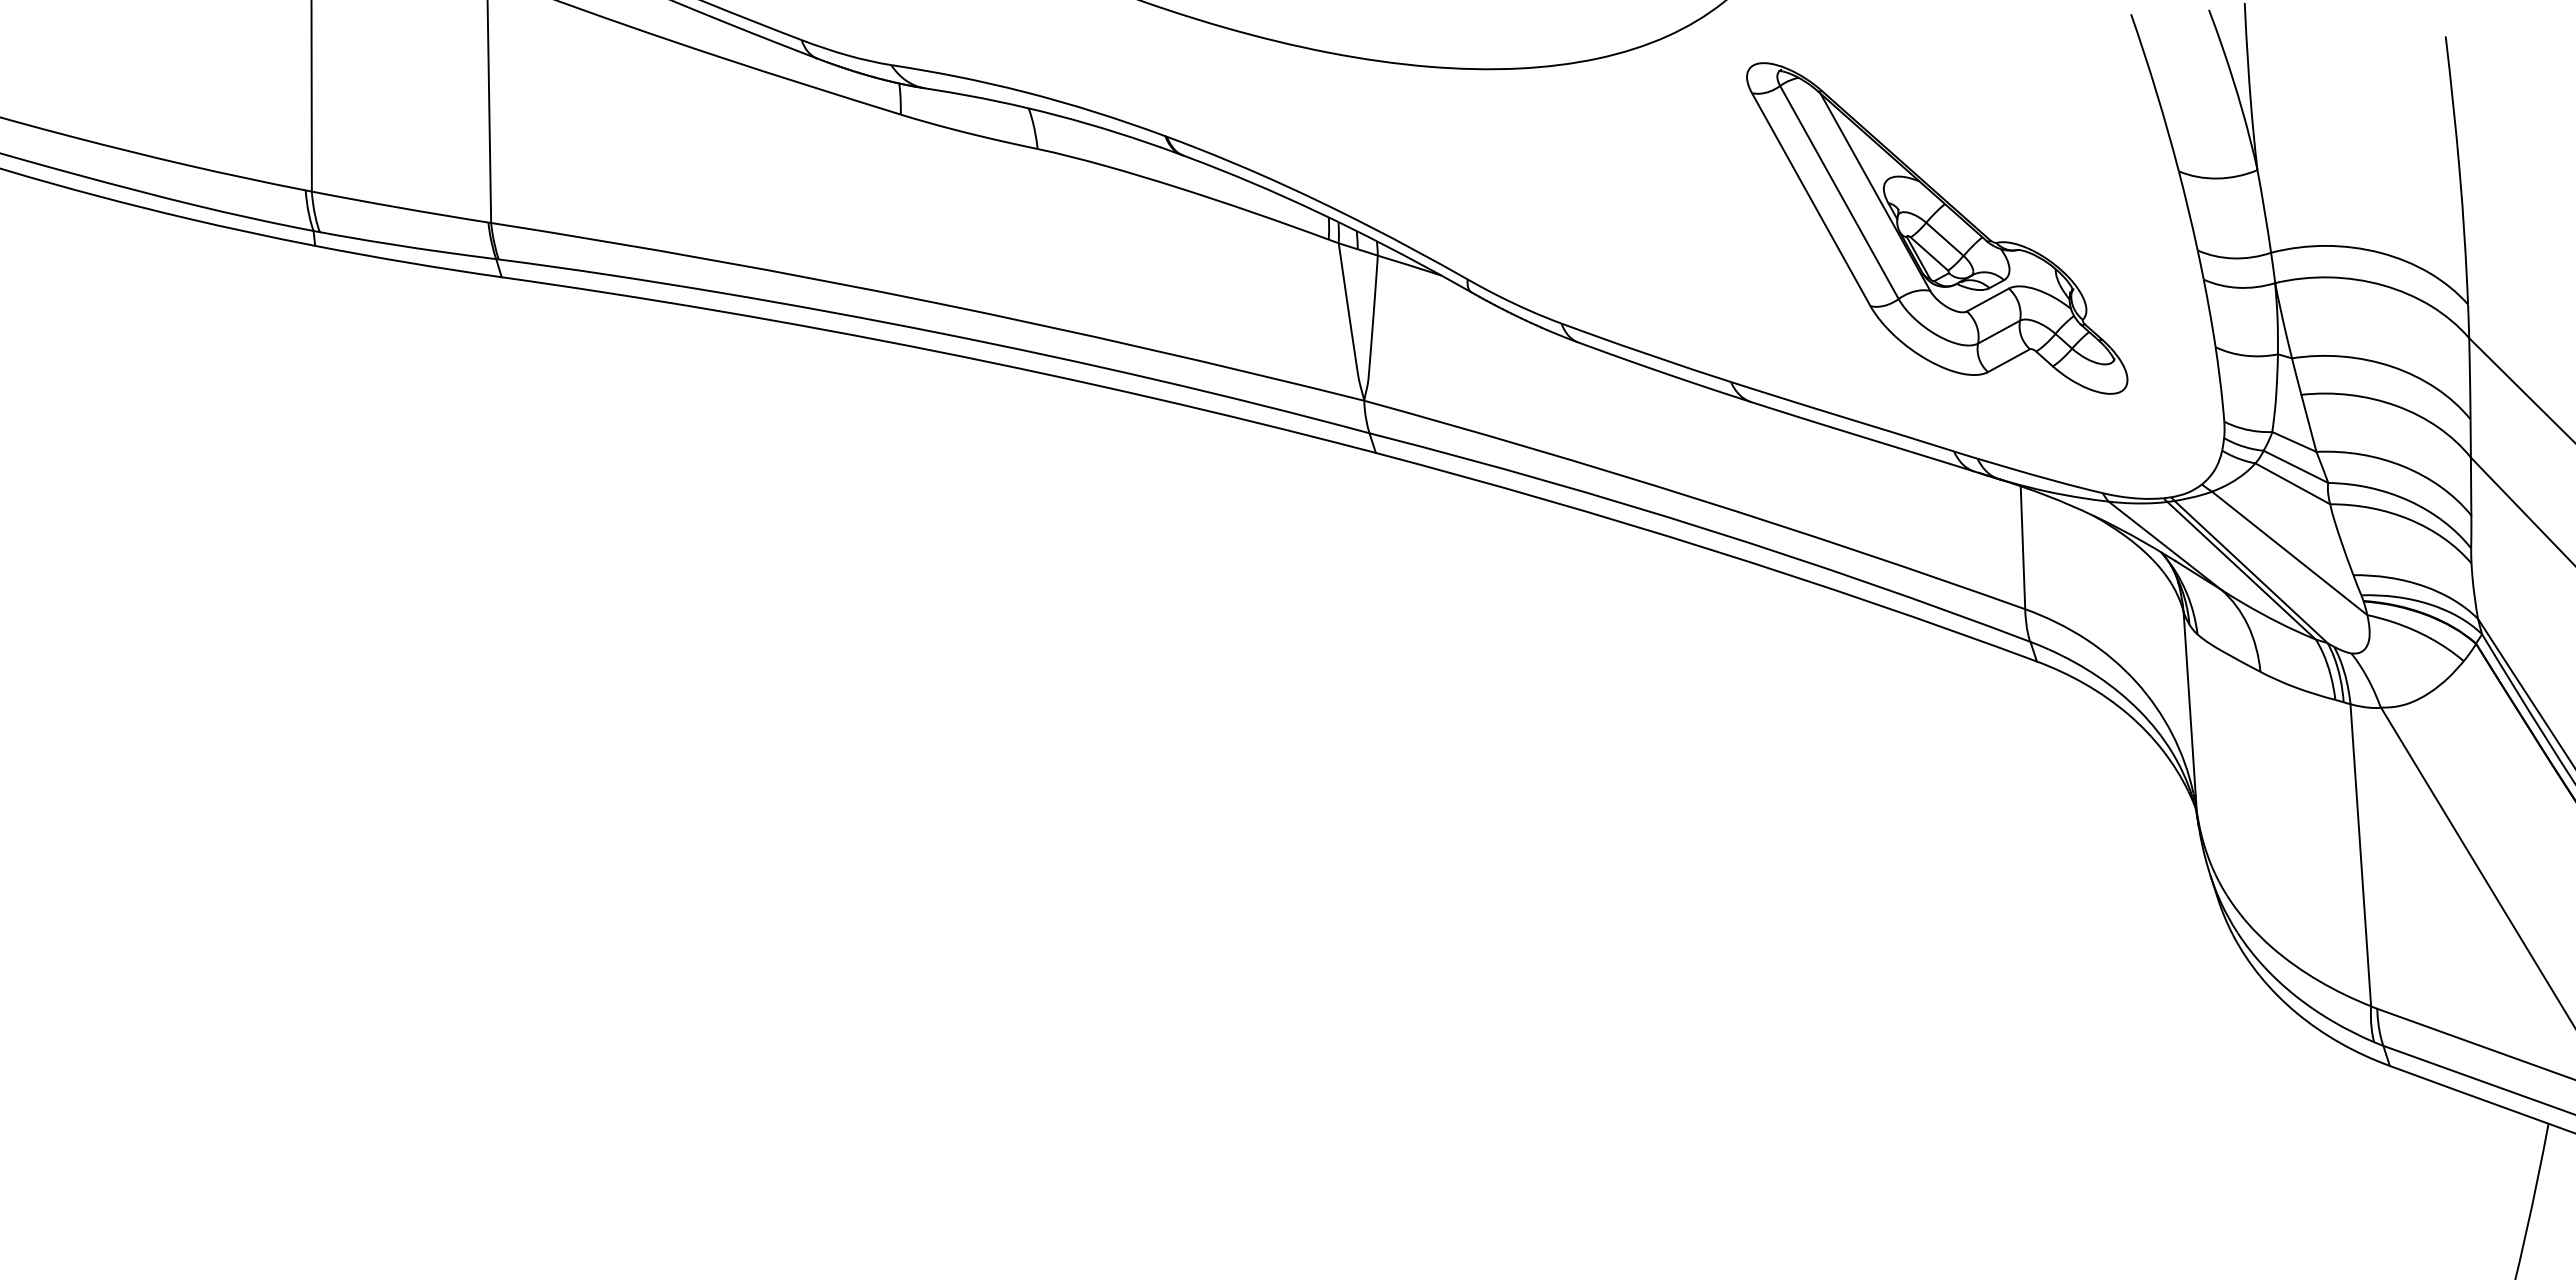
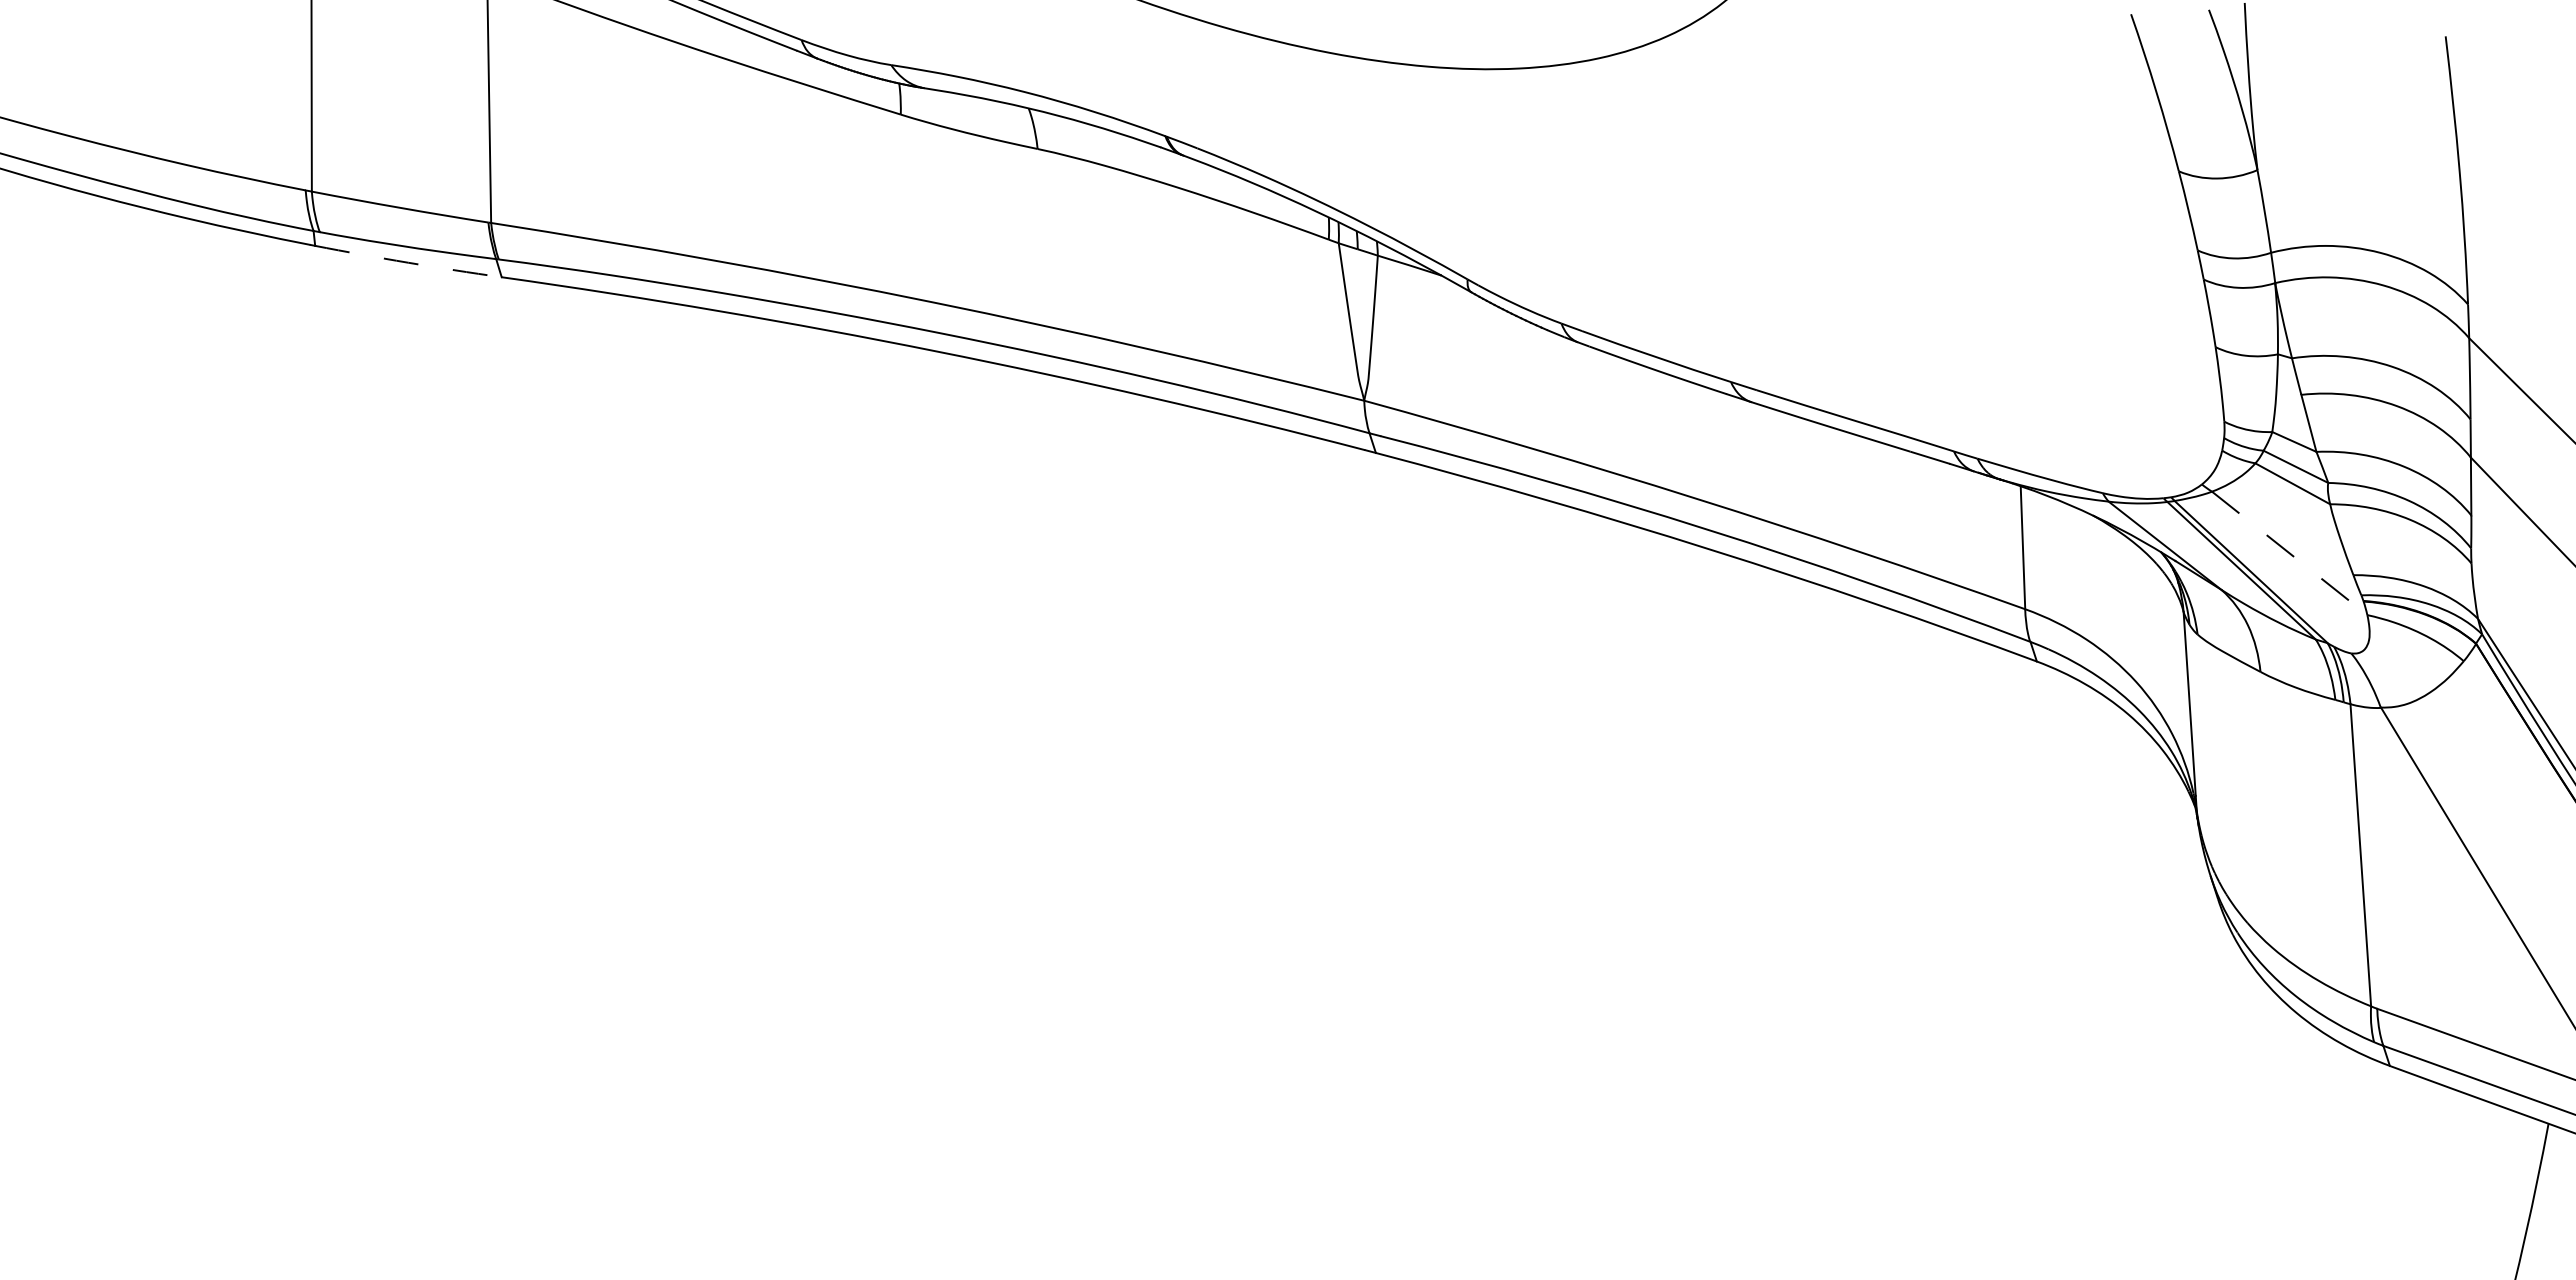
part at (1937, 228): present -> none
arc at (408, 262): solid -> dashed
line at (2290, 553): solid -> dashed
